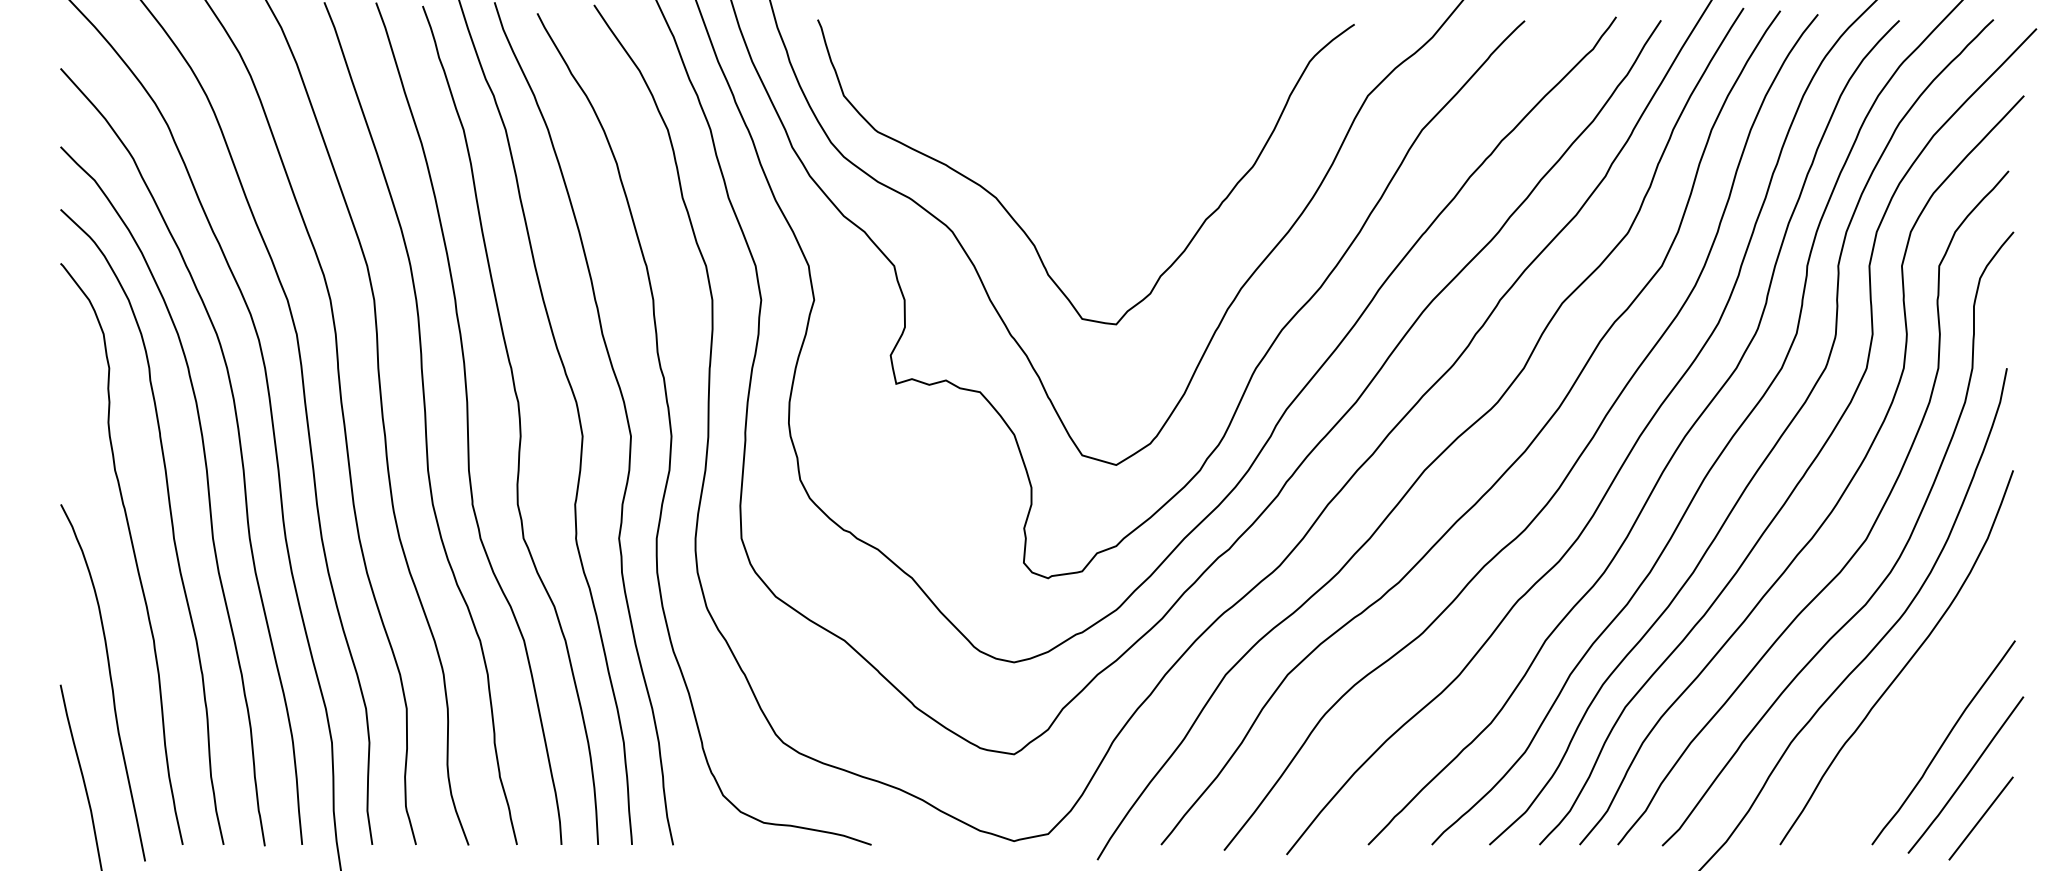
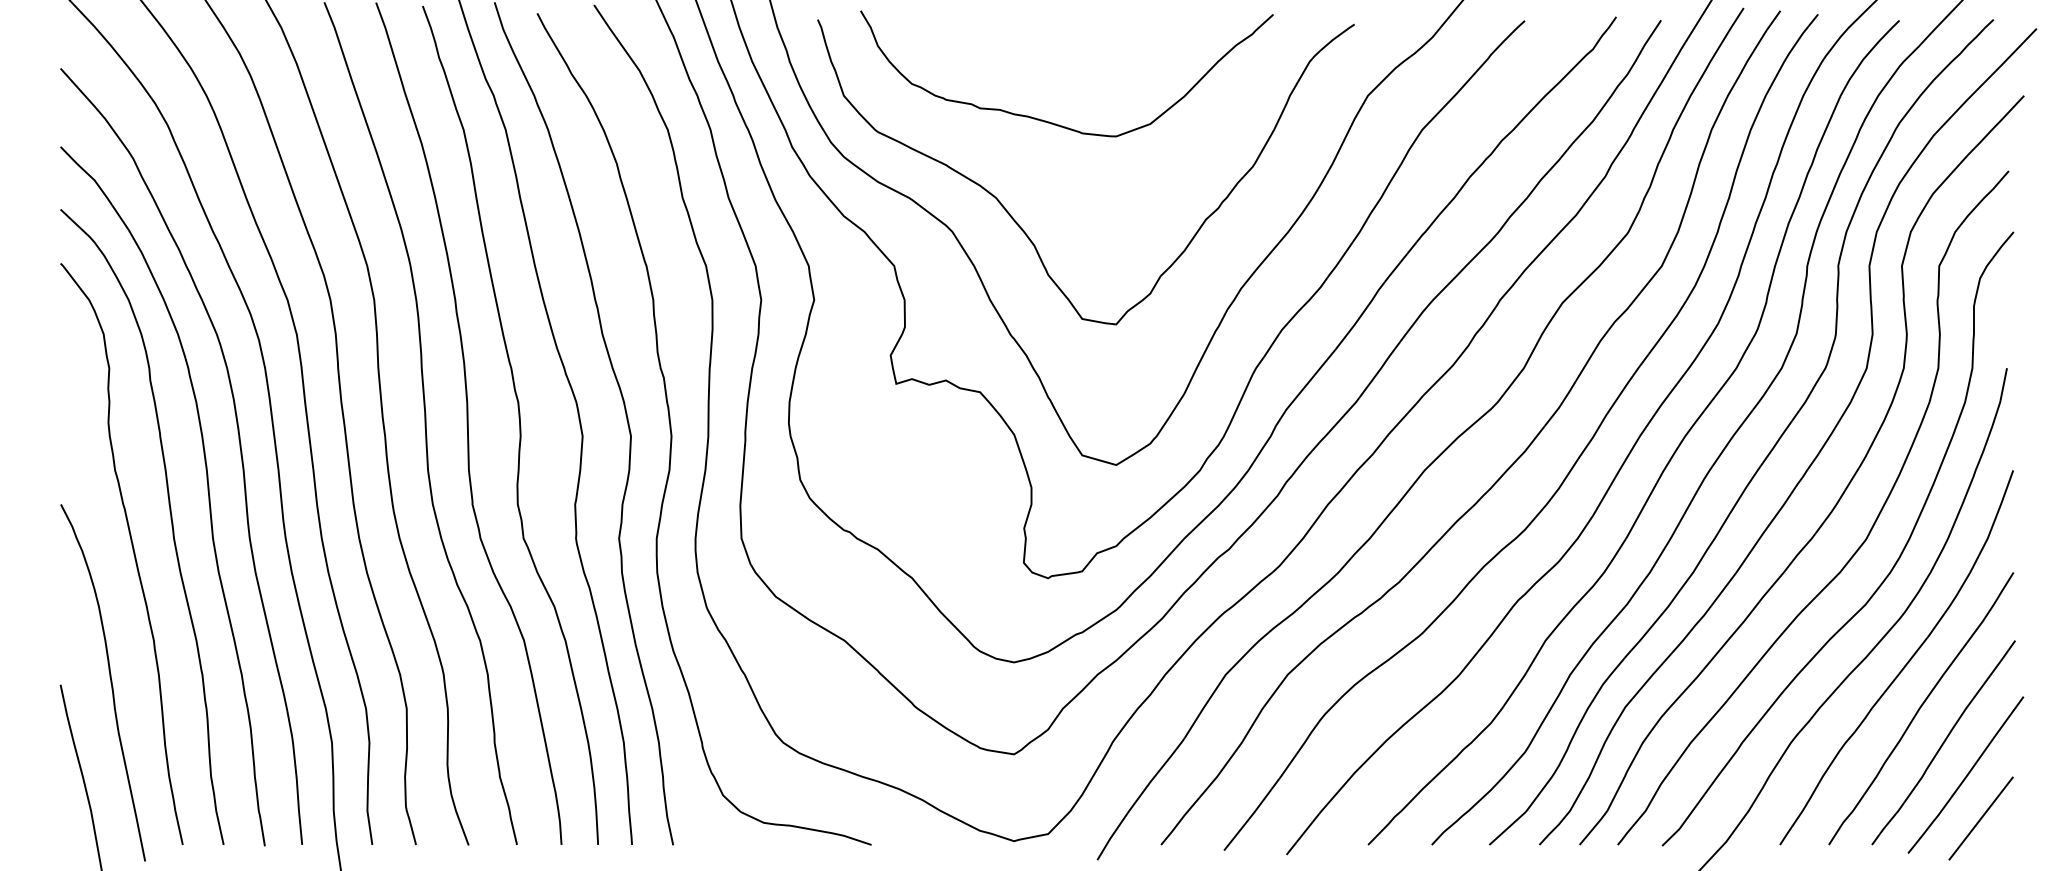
curve at (1049, 121): none -> present
curve at (1921, 707): none -> present
